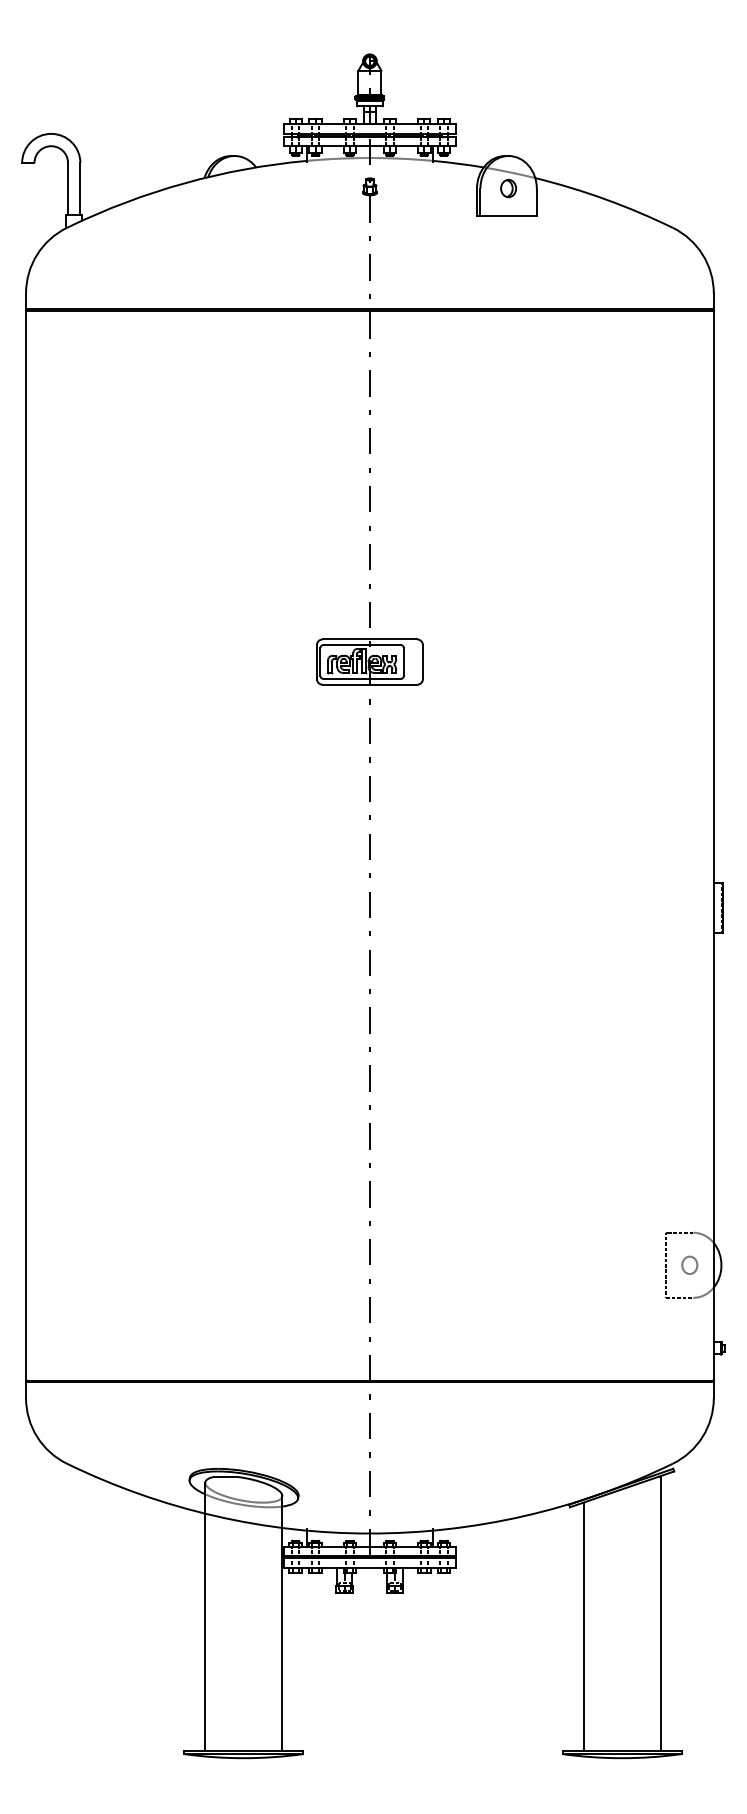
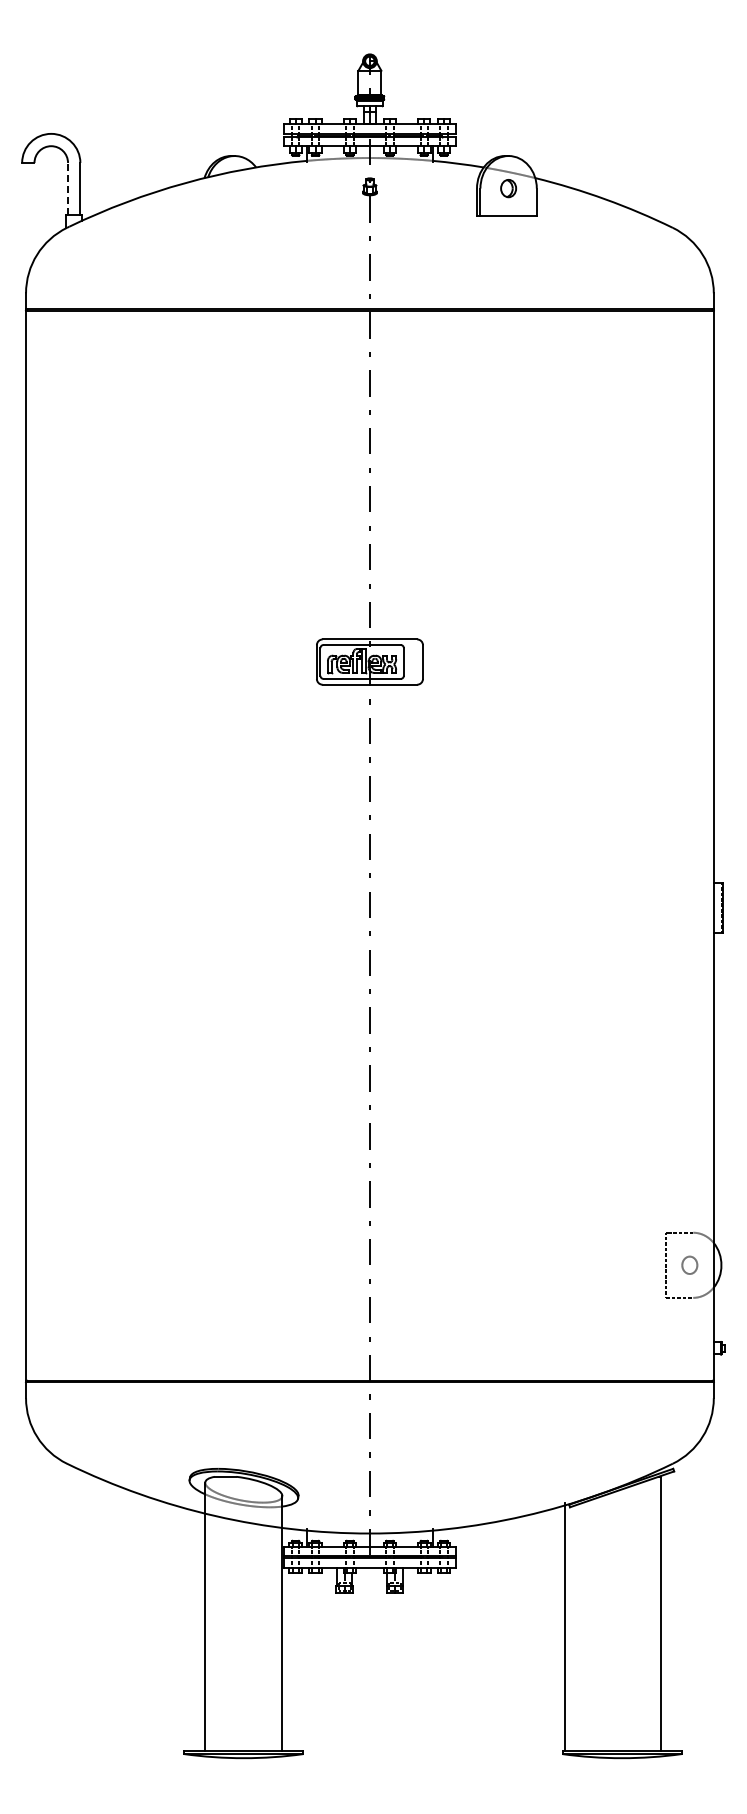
line at (68, 188): solid -> dashed
line at (583, 1626) position: (583, 1626) -> (564, 1626)
